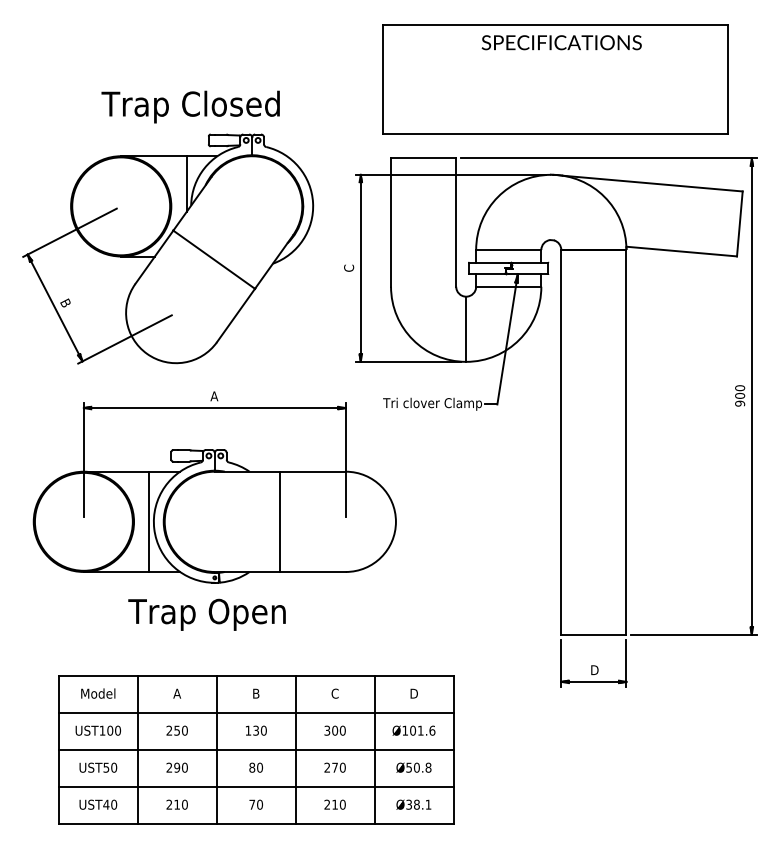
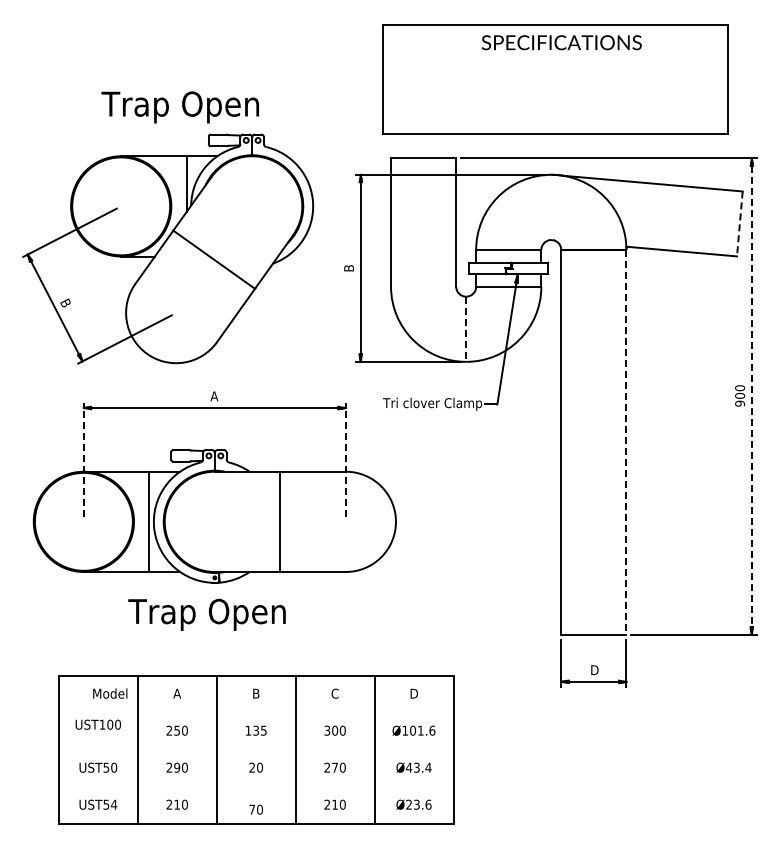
text at (234, 106): Trap Closed -> Trap Open
line at (739, 223): solid -> dashed
text at (349, 267): C -> B
line at (466, 329): solid -> dashed
line at (751, 396): solid -> dashed
line at (626, 442): solid -> dashed
line at (83, 460): solid -> dashed
line at (345, 460): solid -> dashed
text at (98, 693) position: (98, 693) -> (110, 693)
line at (255, 713): present -> none
text at (97, 730) position: (97, 730) -> (97, 724)
text at (263, 730): 130 -> 135
line at (255, 750): present -> none
text at (252, 767): 80 -> 20
text at (418, 767): Ø50.8 -> Ø43.4
line at (255, 787): present -> none
text at (110, 804): UST40 -> UST54
text at (255, 804) position: (255, 804) -> (255, 809)
text at (418, 804): Ø38.1 -> Ø23.6
